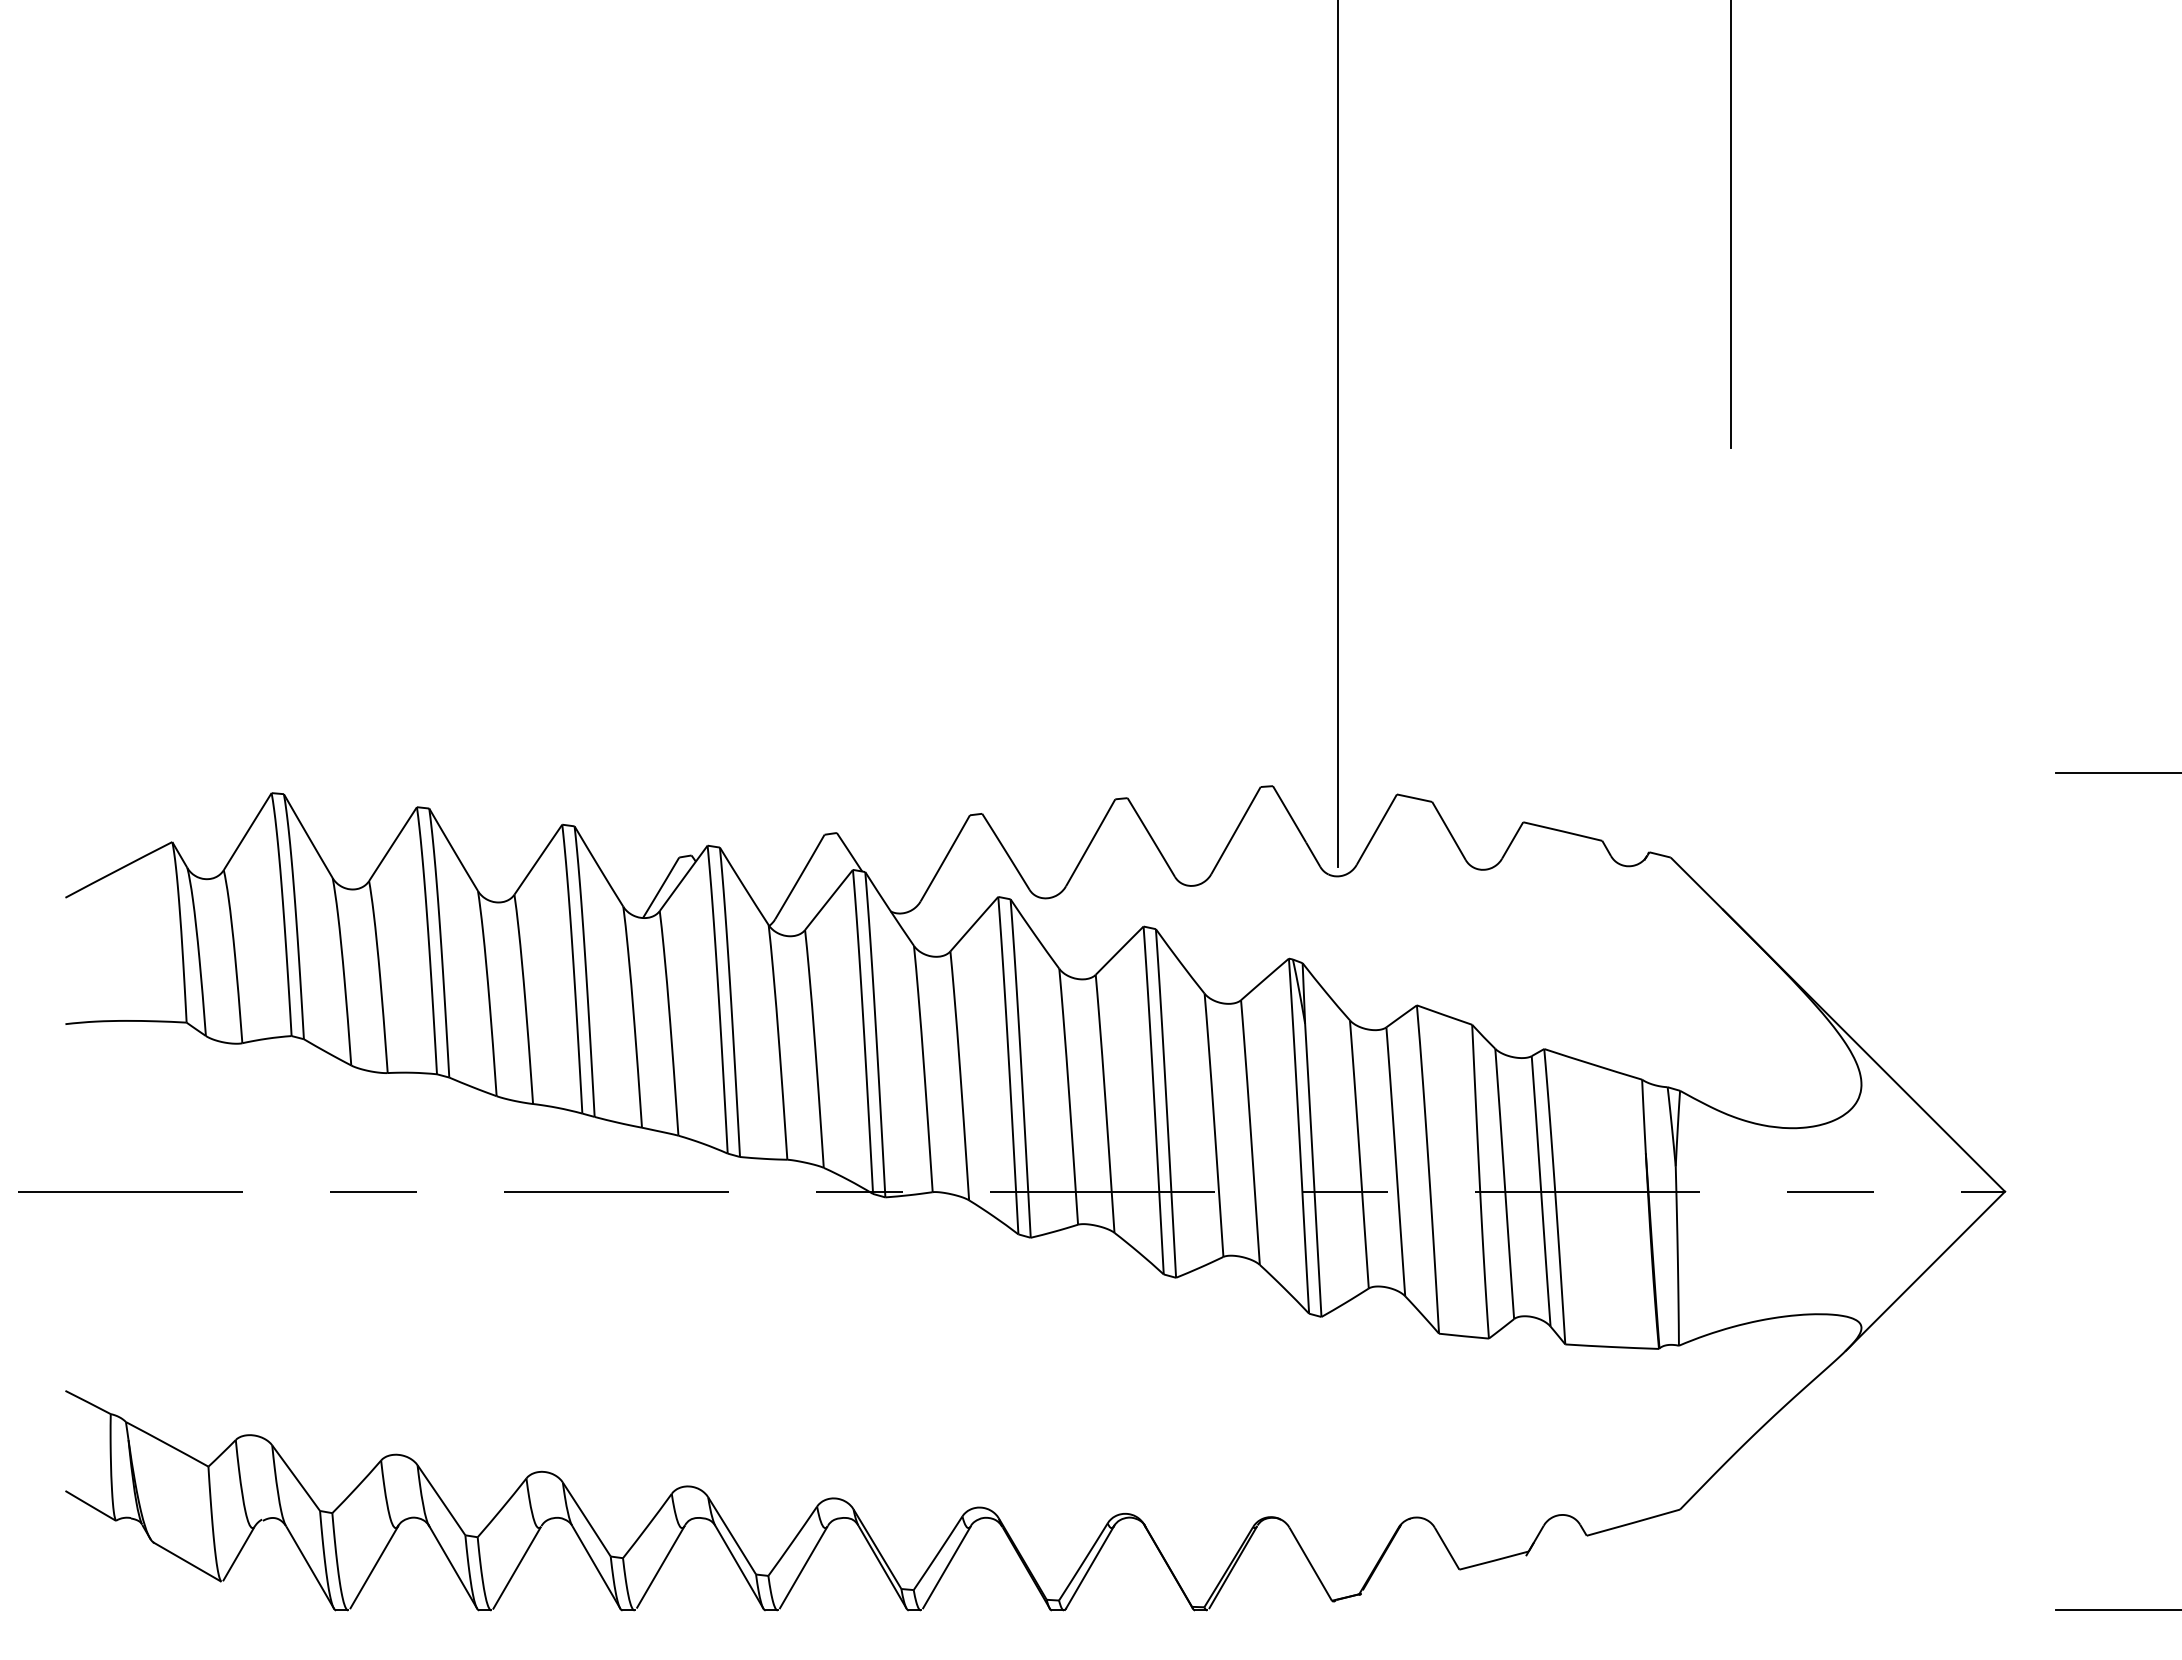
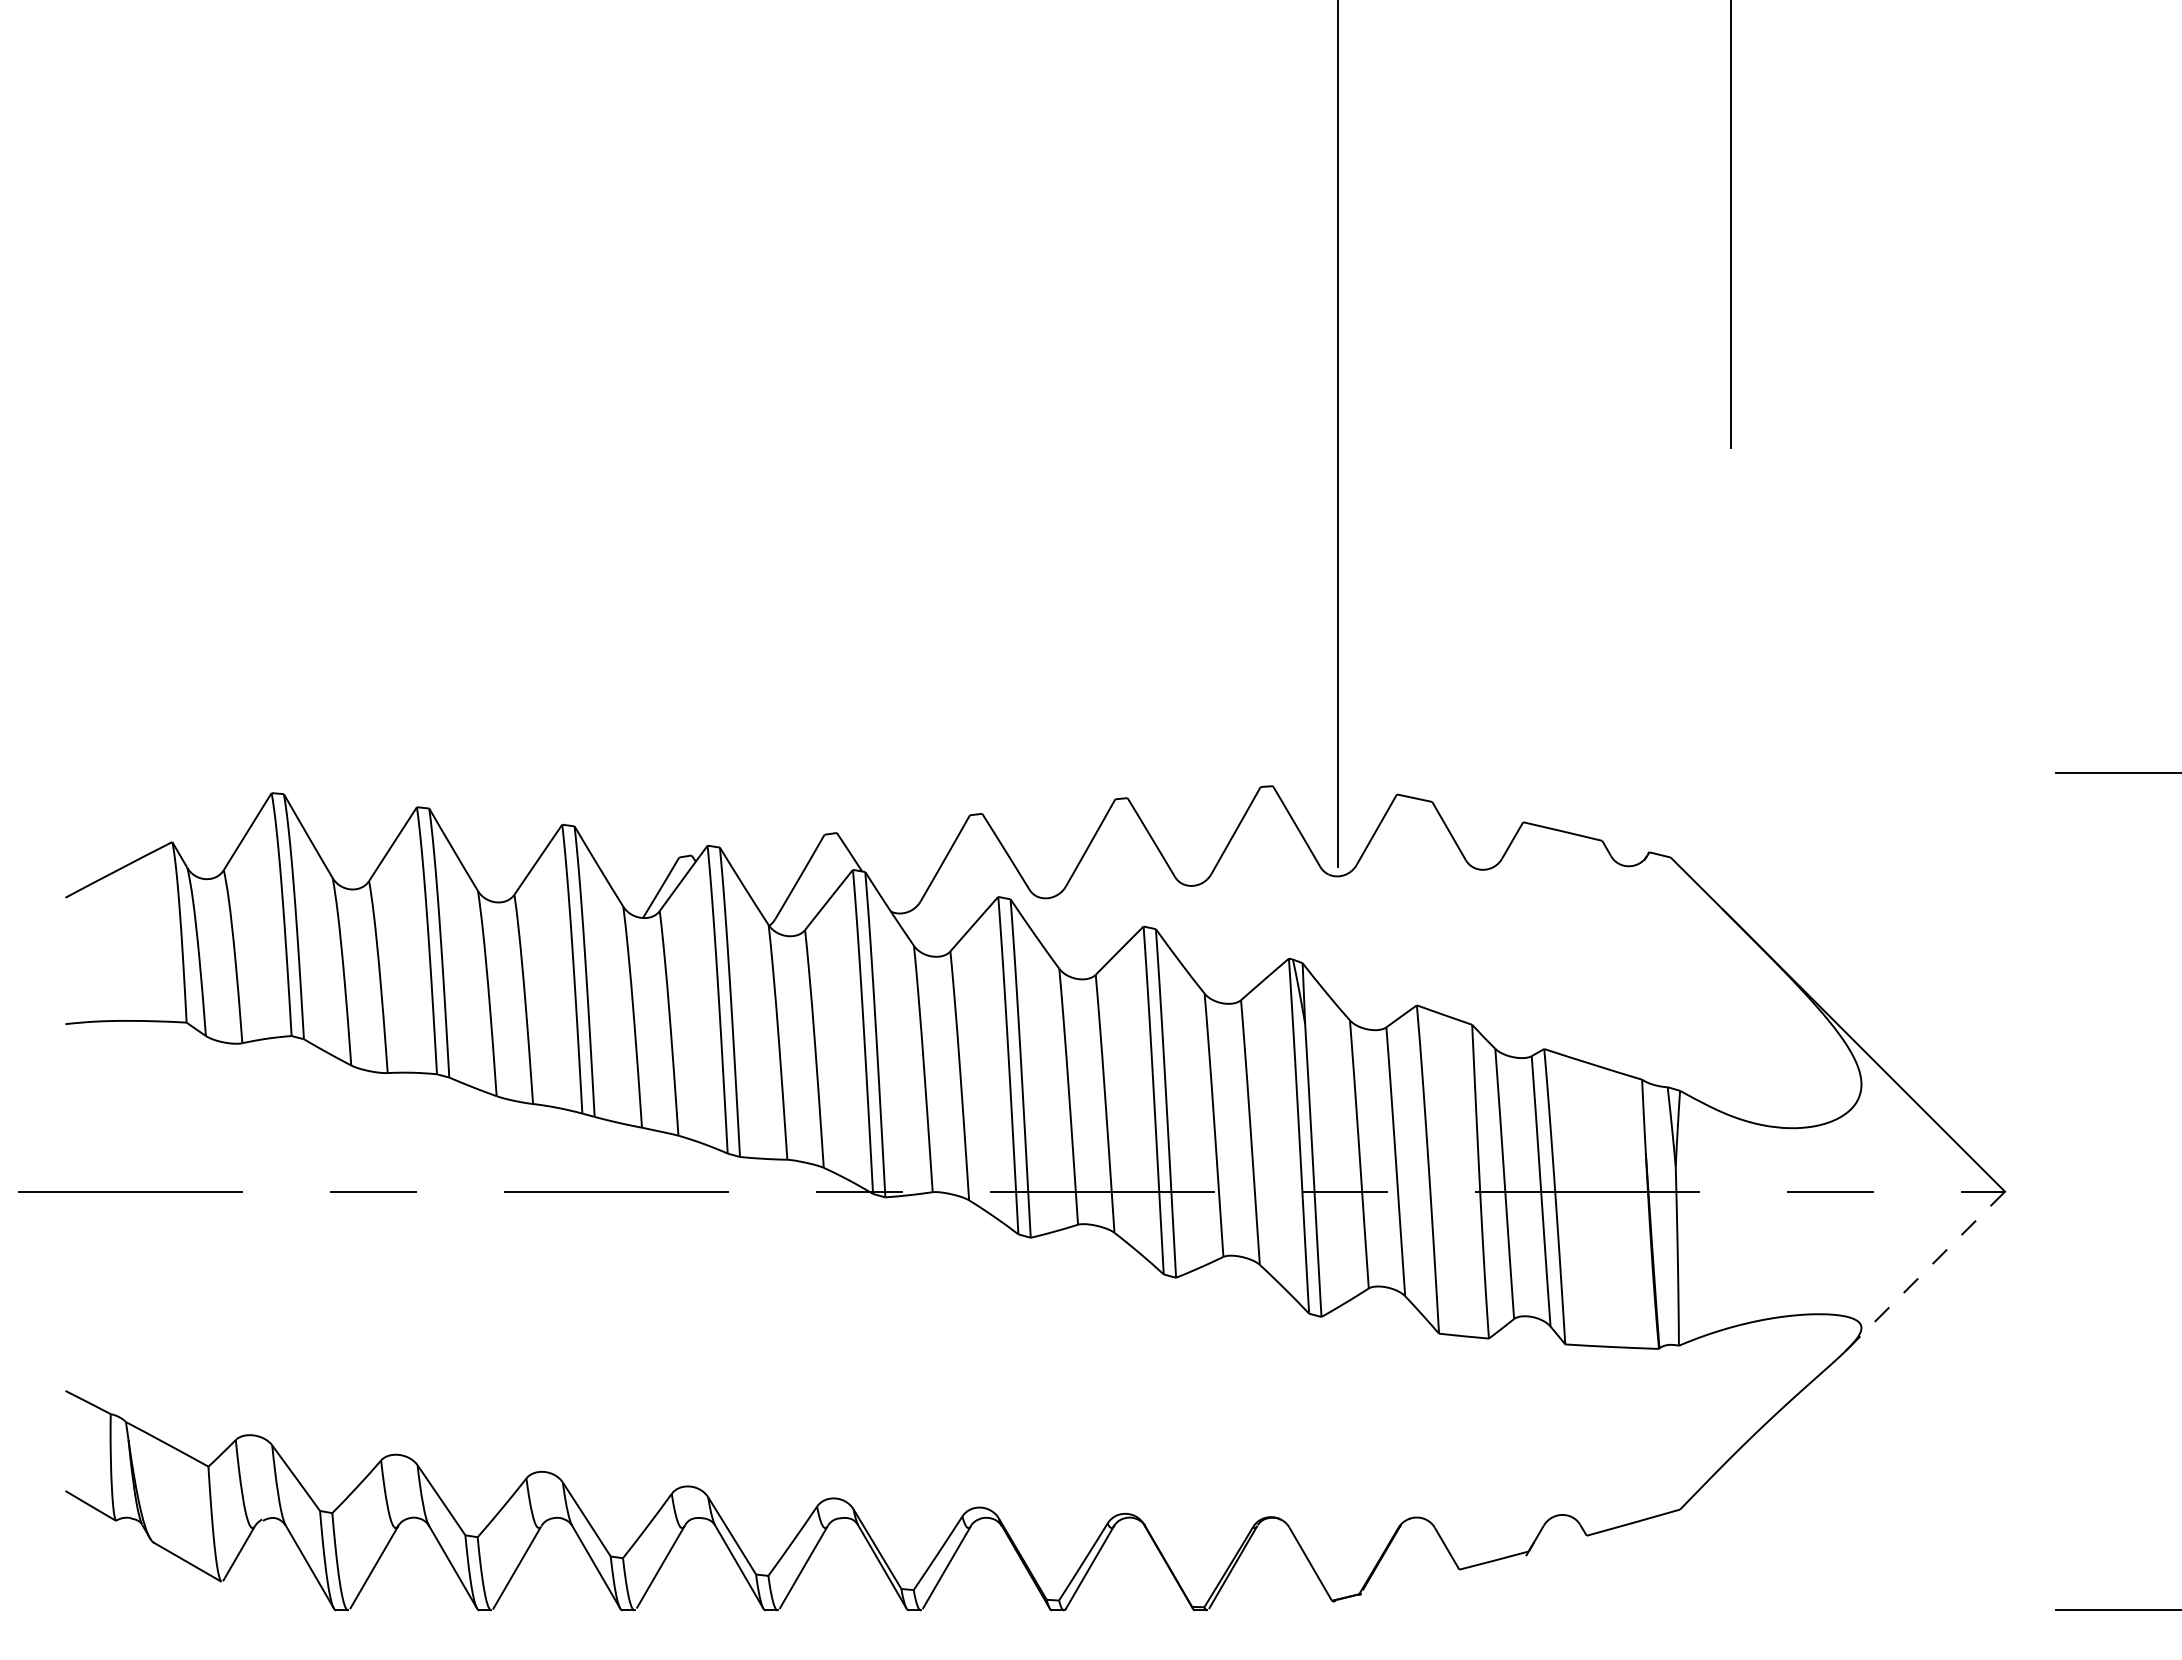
line at (1925, 1271): solid -> dashed
